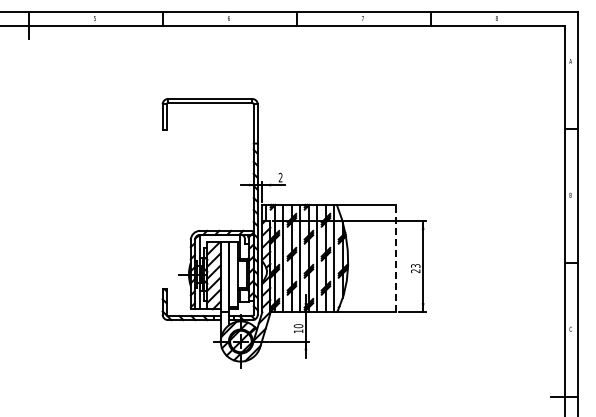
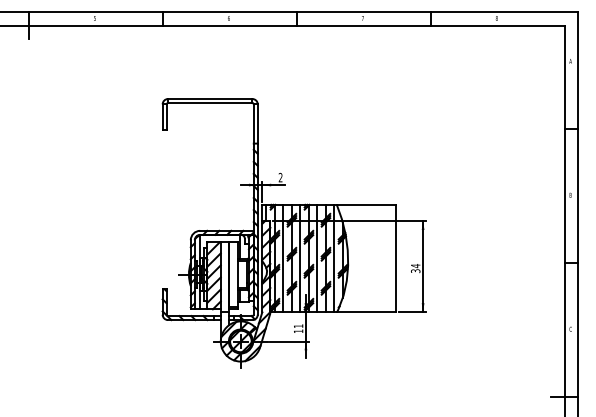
line at (396, 258): dashed -> solid
text at (415, 268): 23 -> 34
text at (298, 326): 10 -> 11
